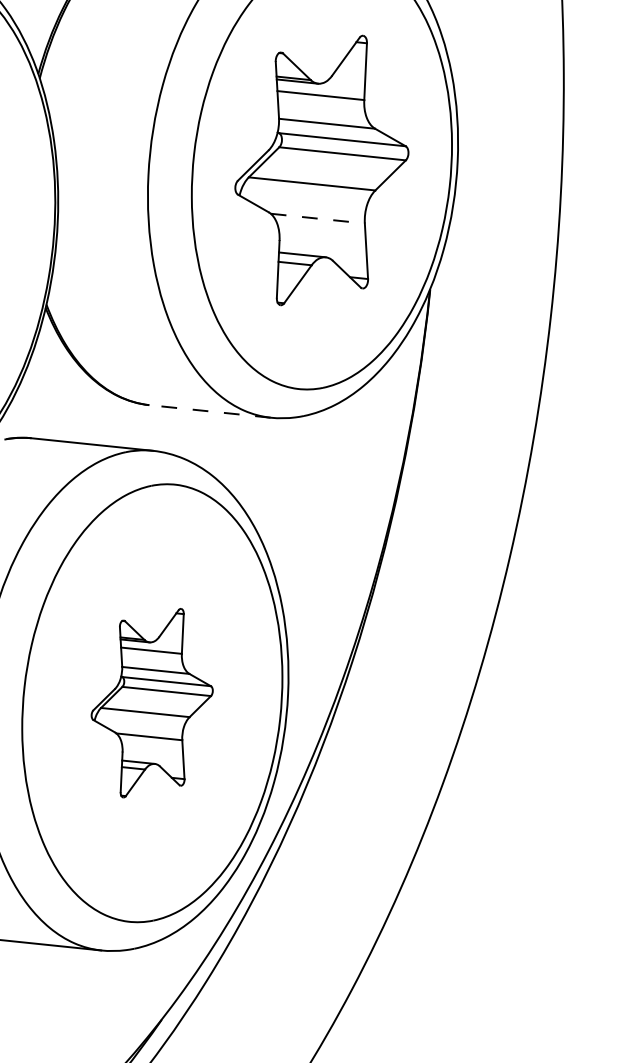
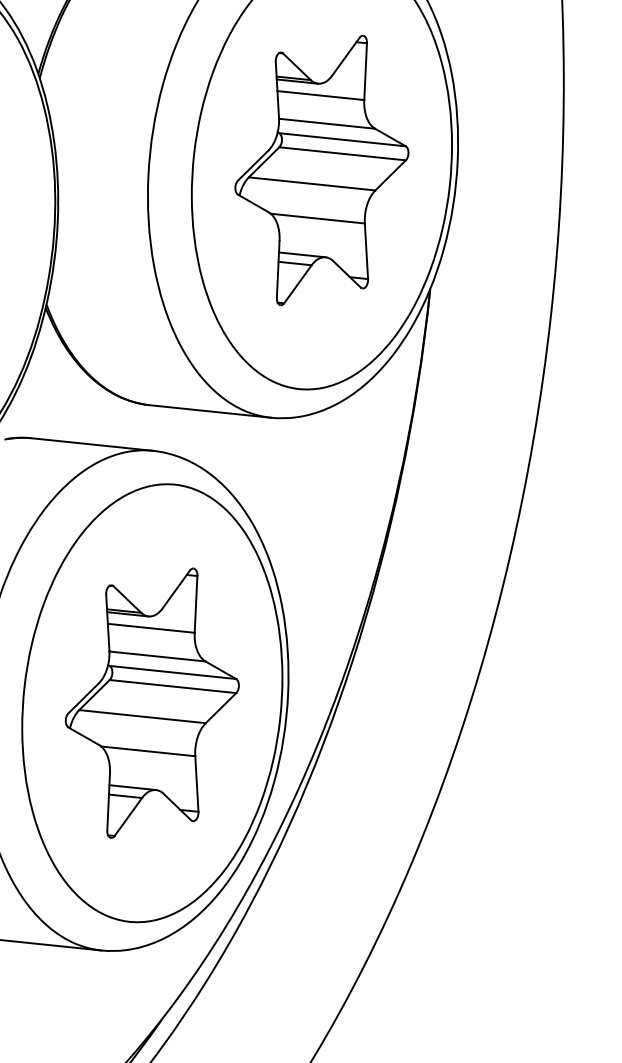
line at (318, 218): dashed -> solid
line at (209, 411): dashed -> solid
part at (151, 703) size: 124x191 px -> 176x272 px
